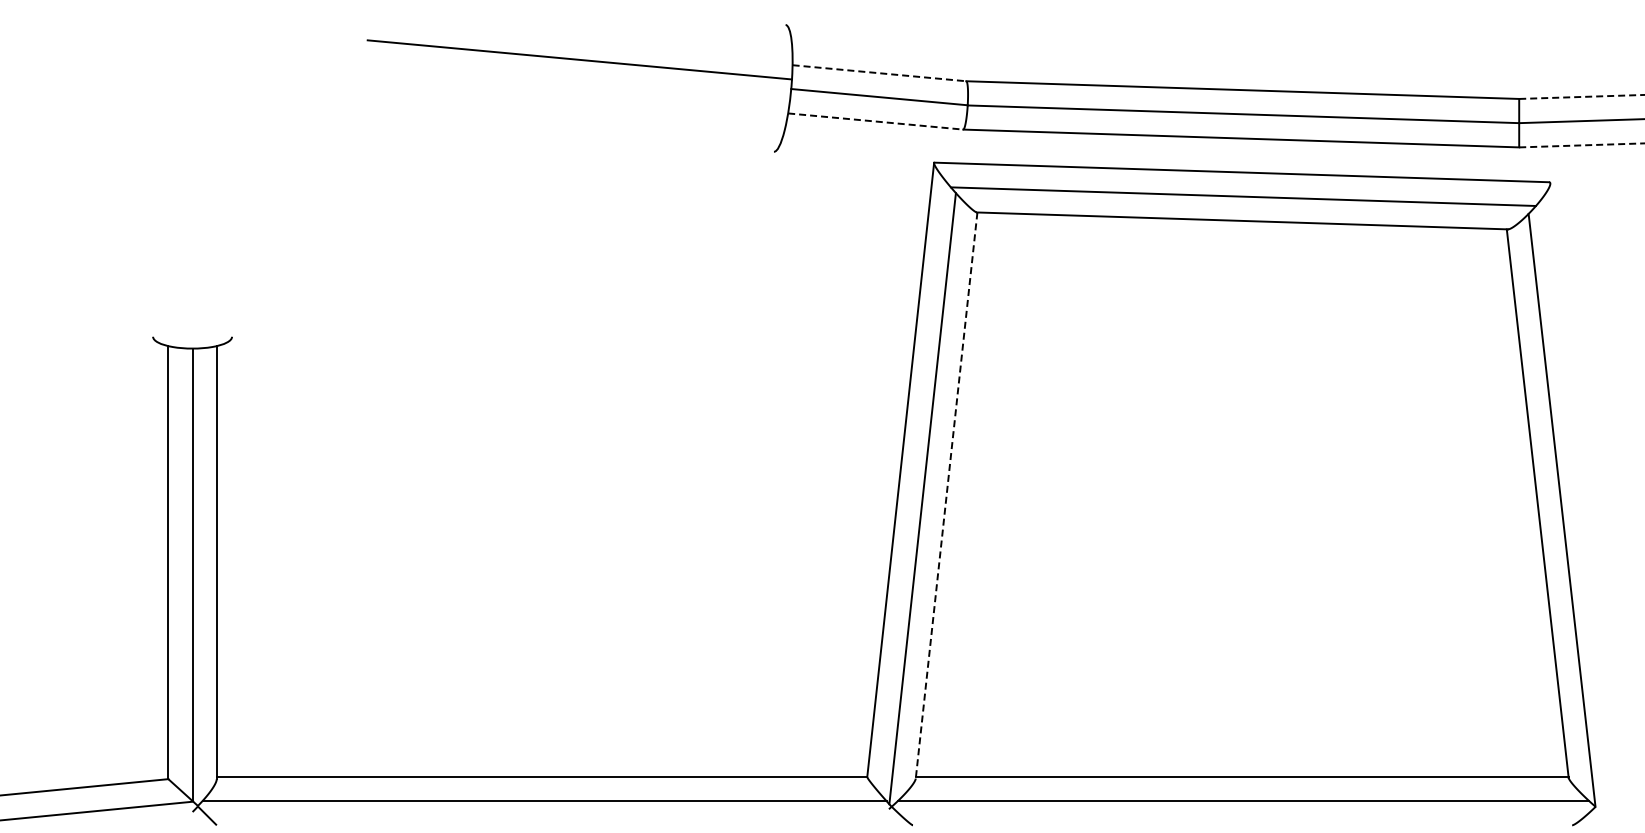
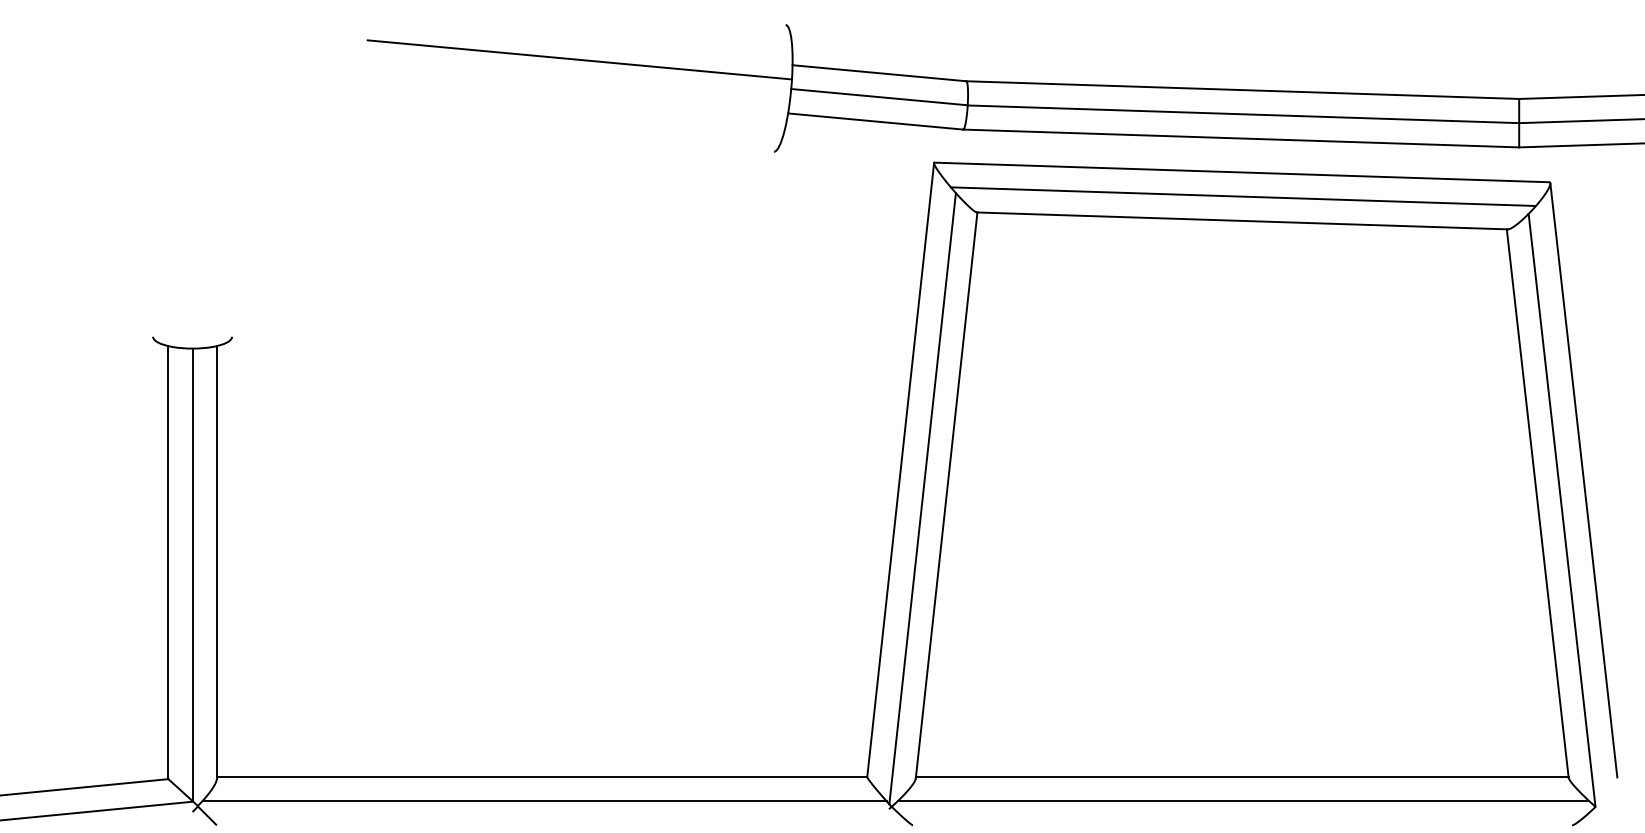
line at (879, 73): dashed -> solid
line at (1582, 96): dashed -> solid
line at (875, 121): dashed -> solid
line at (1582, 145): dashed -> solid
line at (1583, 480): none -> present
line at (946, 495): dashed -> solid
